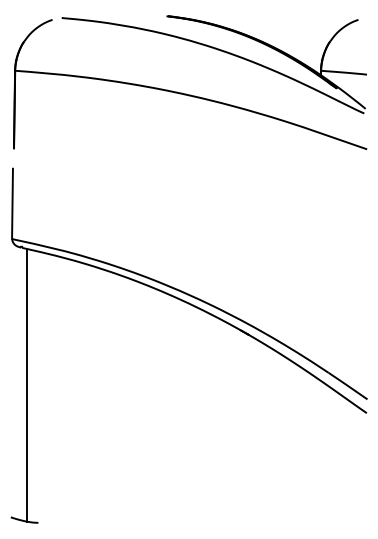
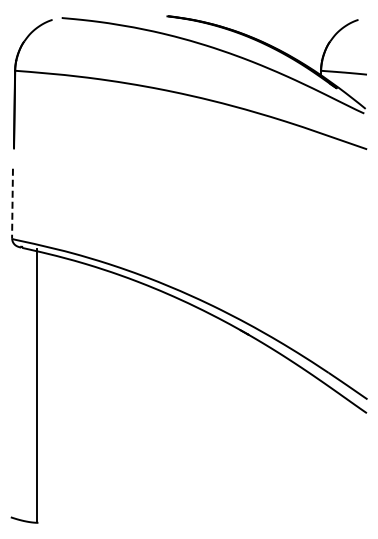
line at (12, 204): solid -> dashed
line at (27, 385) position: (27, 385) -> (37, 385)
